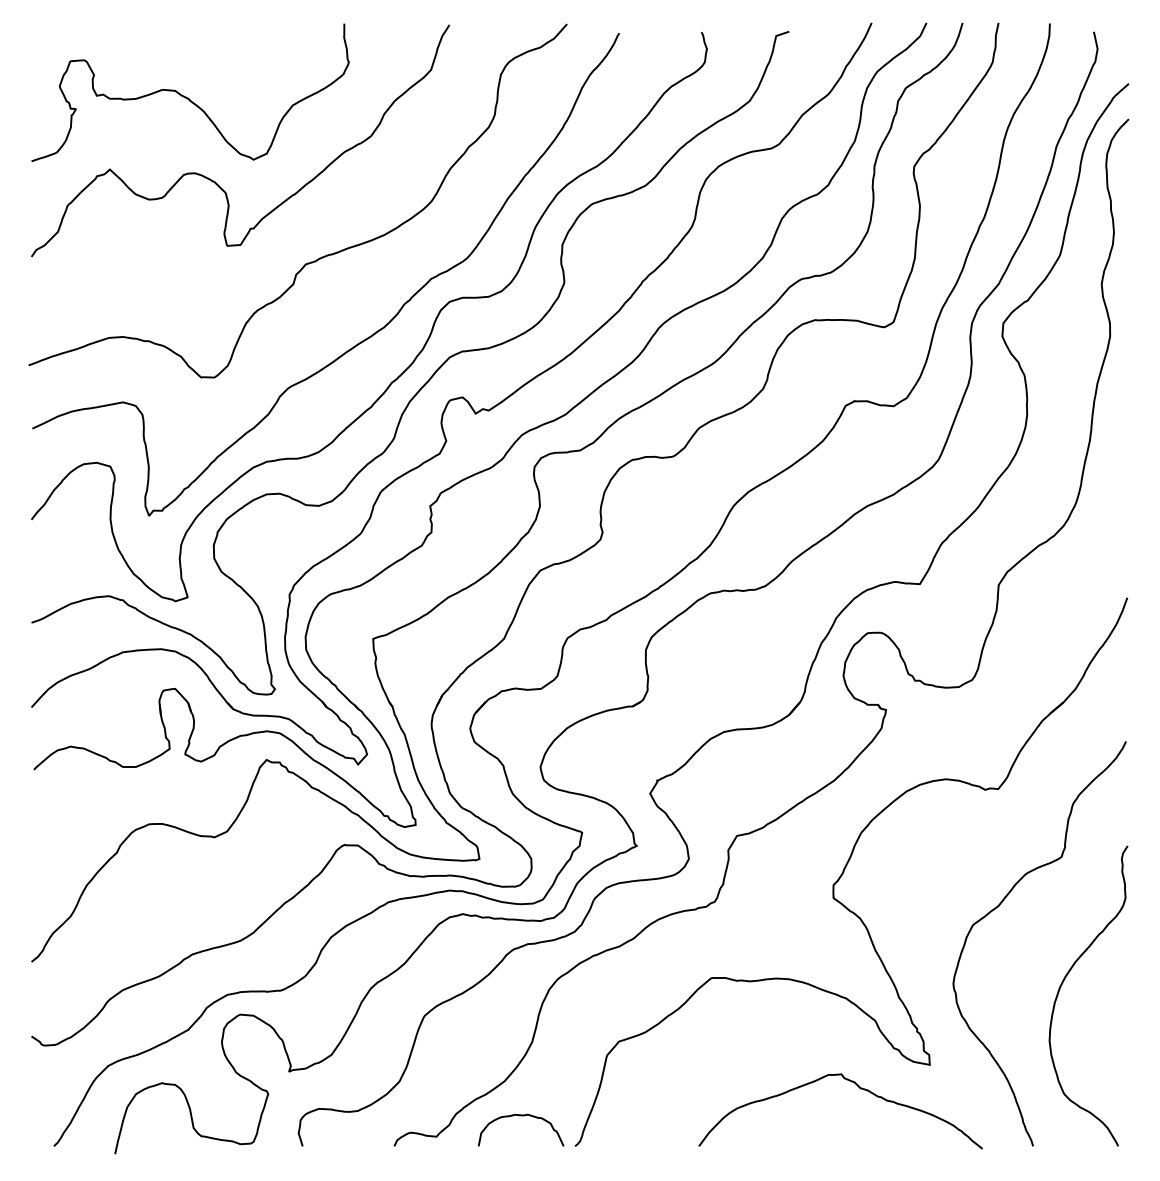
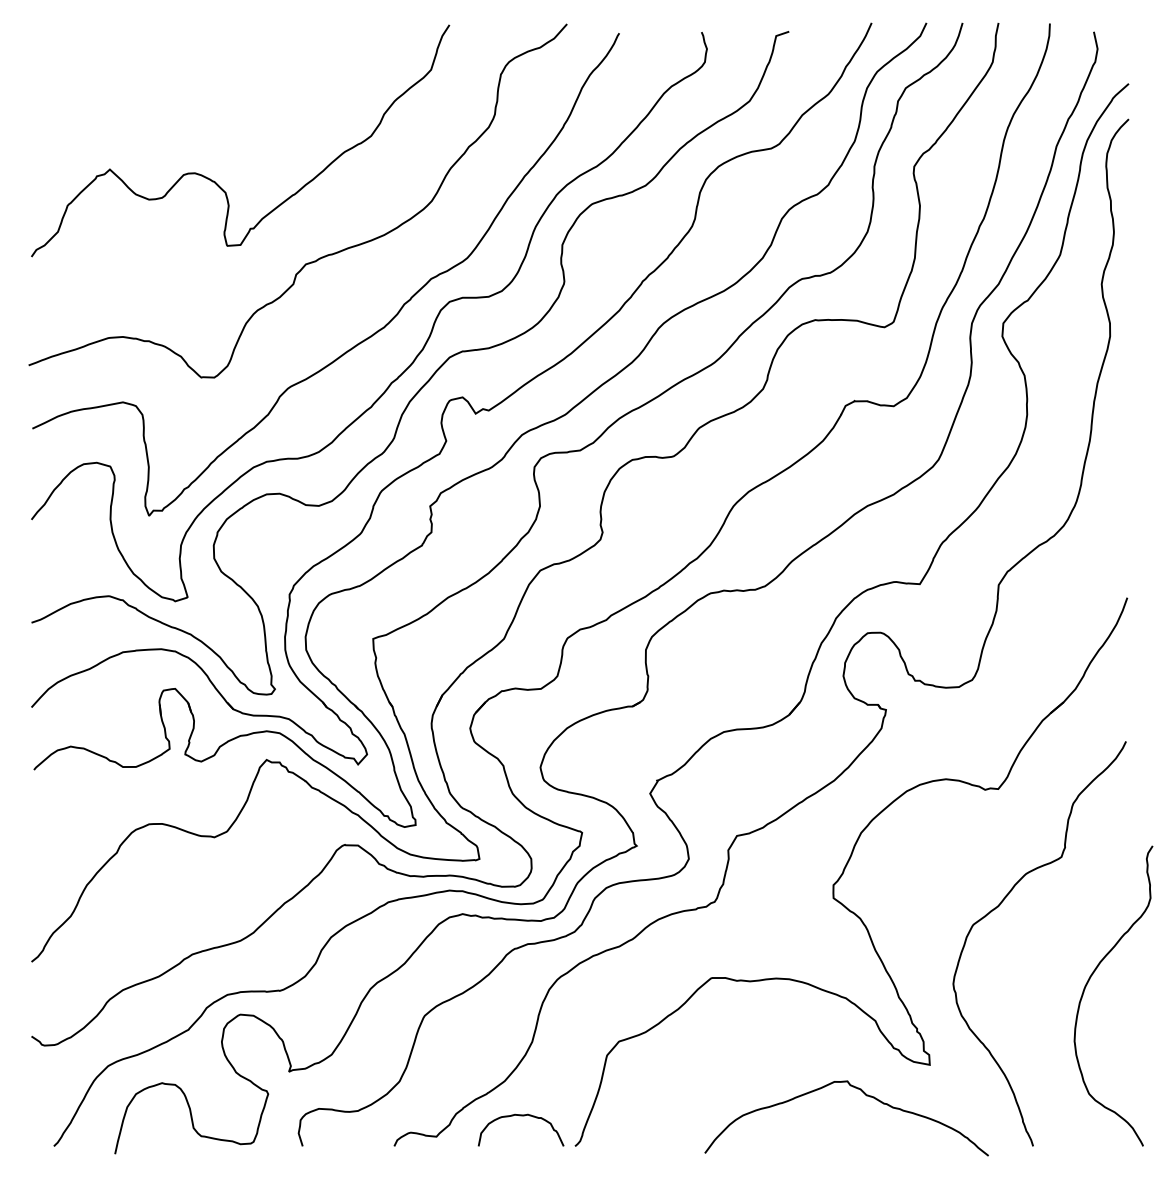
curve at (188, 97): present -> none
curve at (1063, 983) position: (1063, 983) -> (1088, 983)
curve at (860, 1089) position: (860, 1089) -> (866, 1096)
